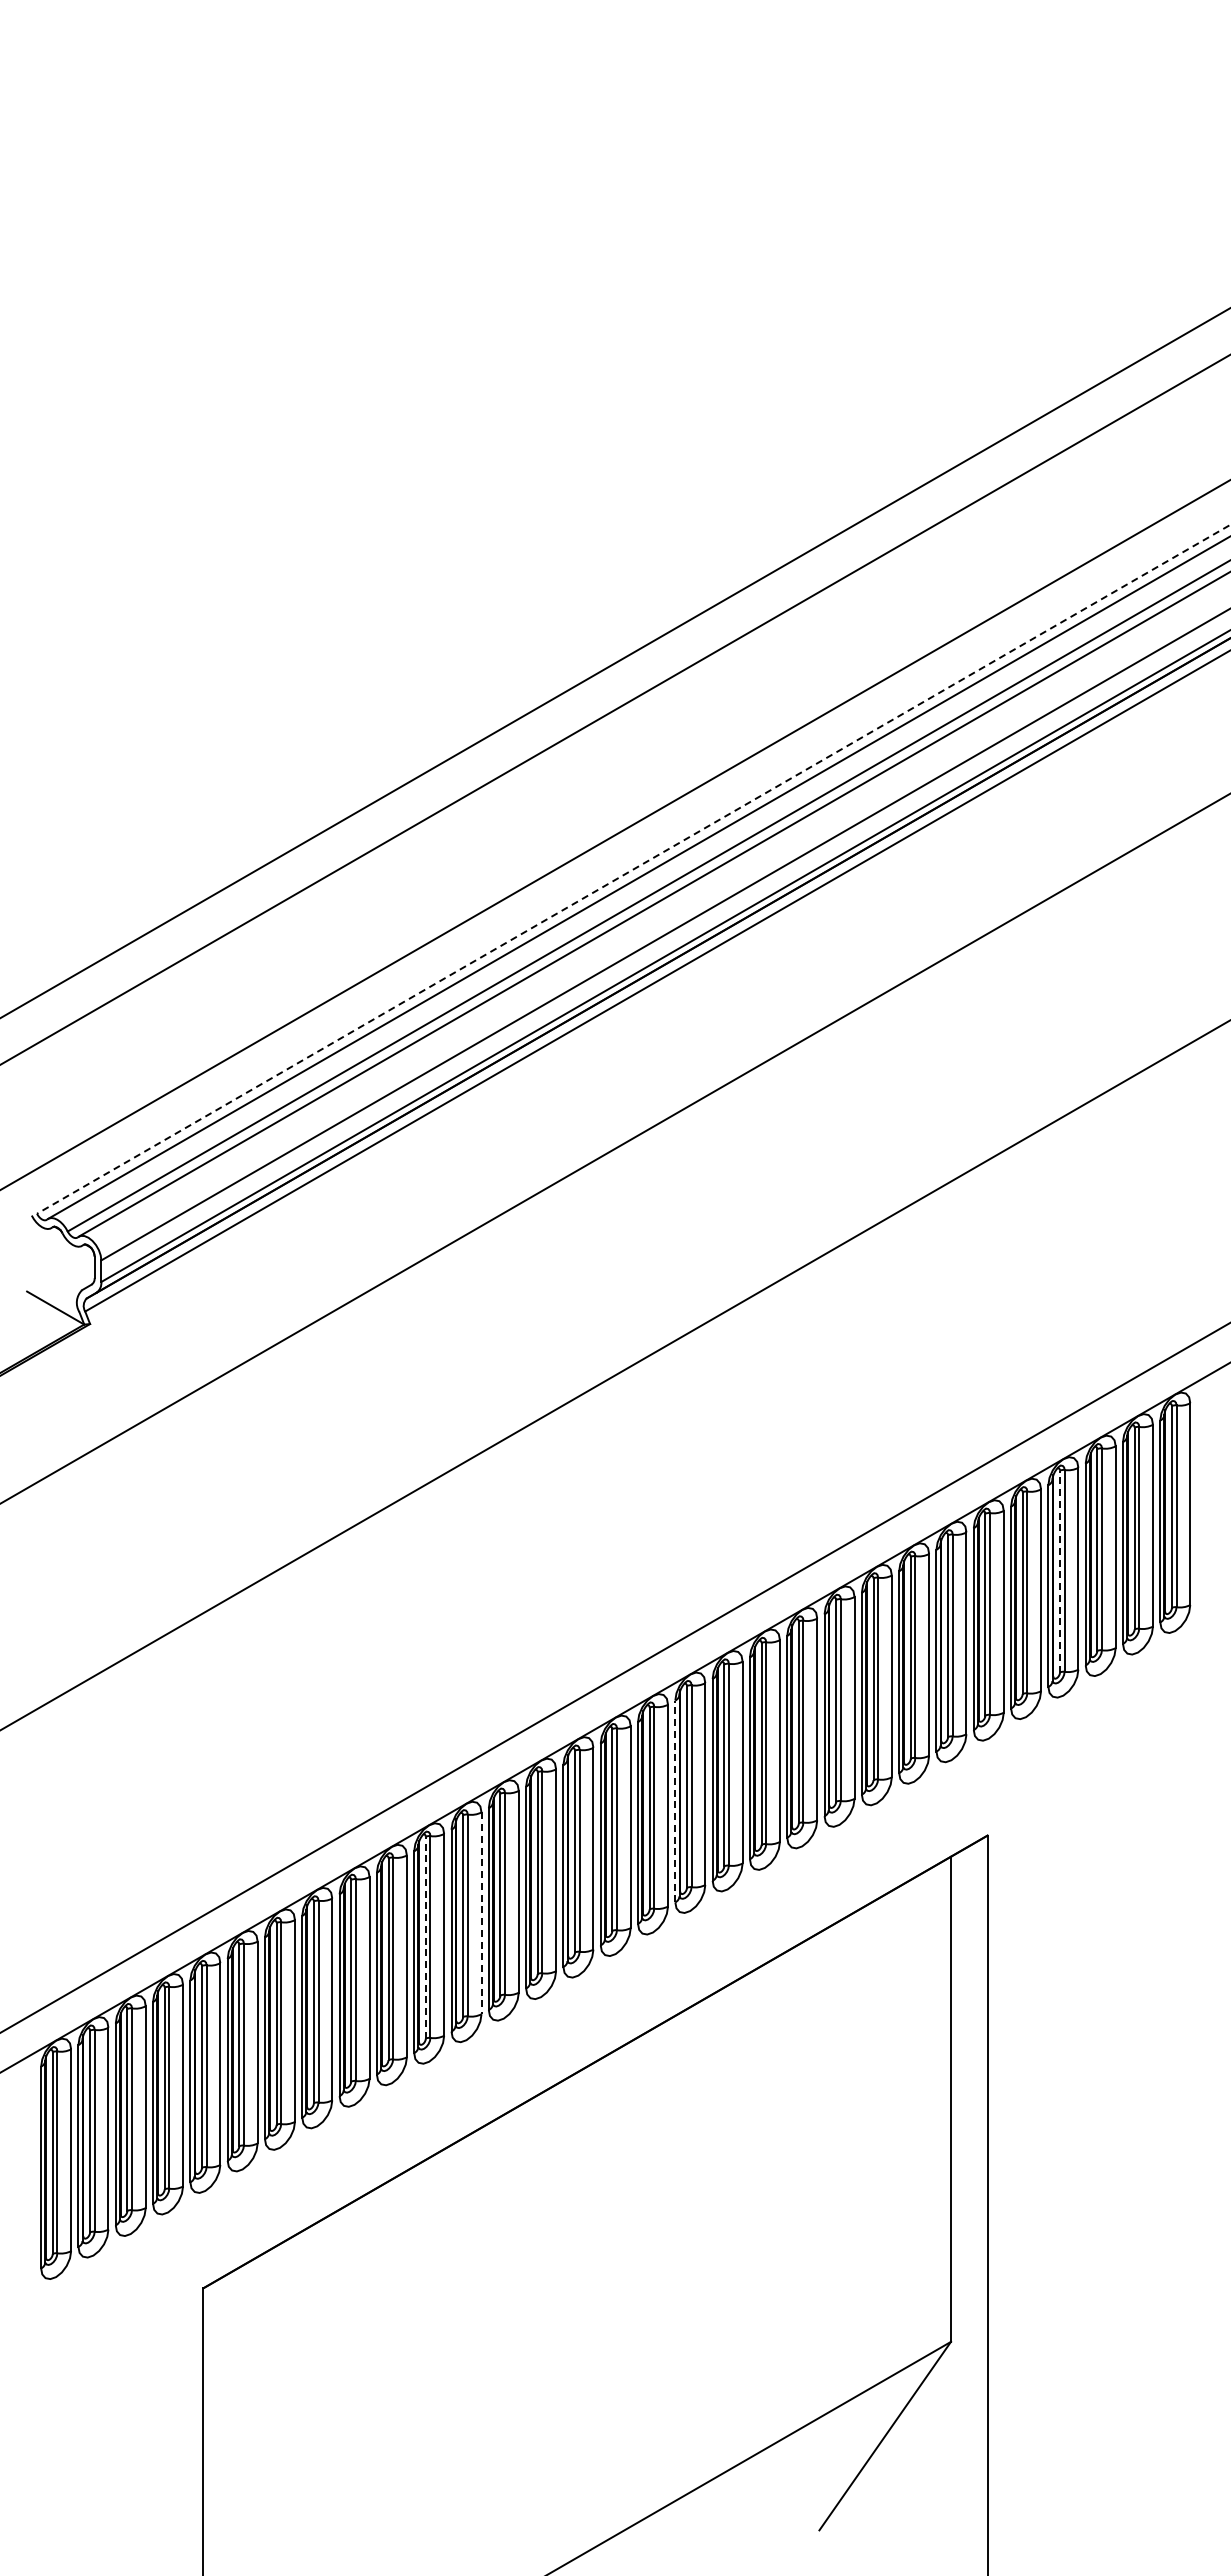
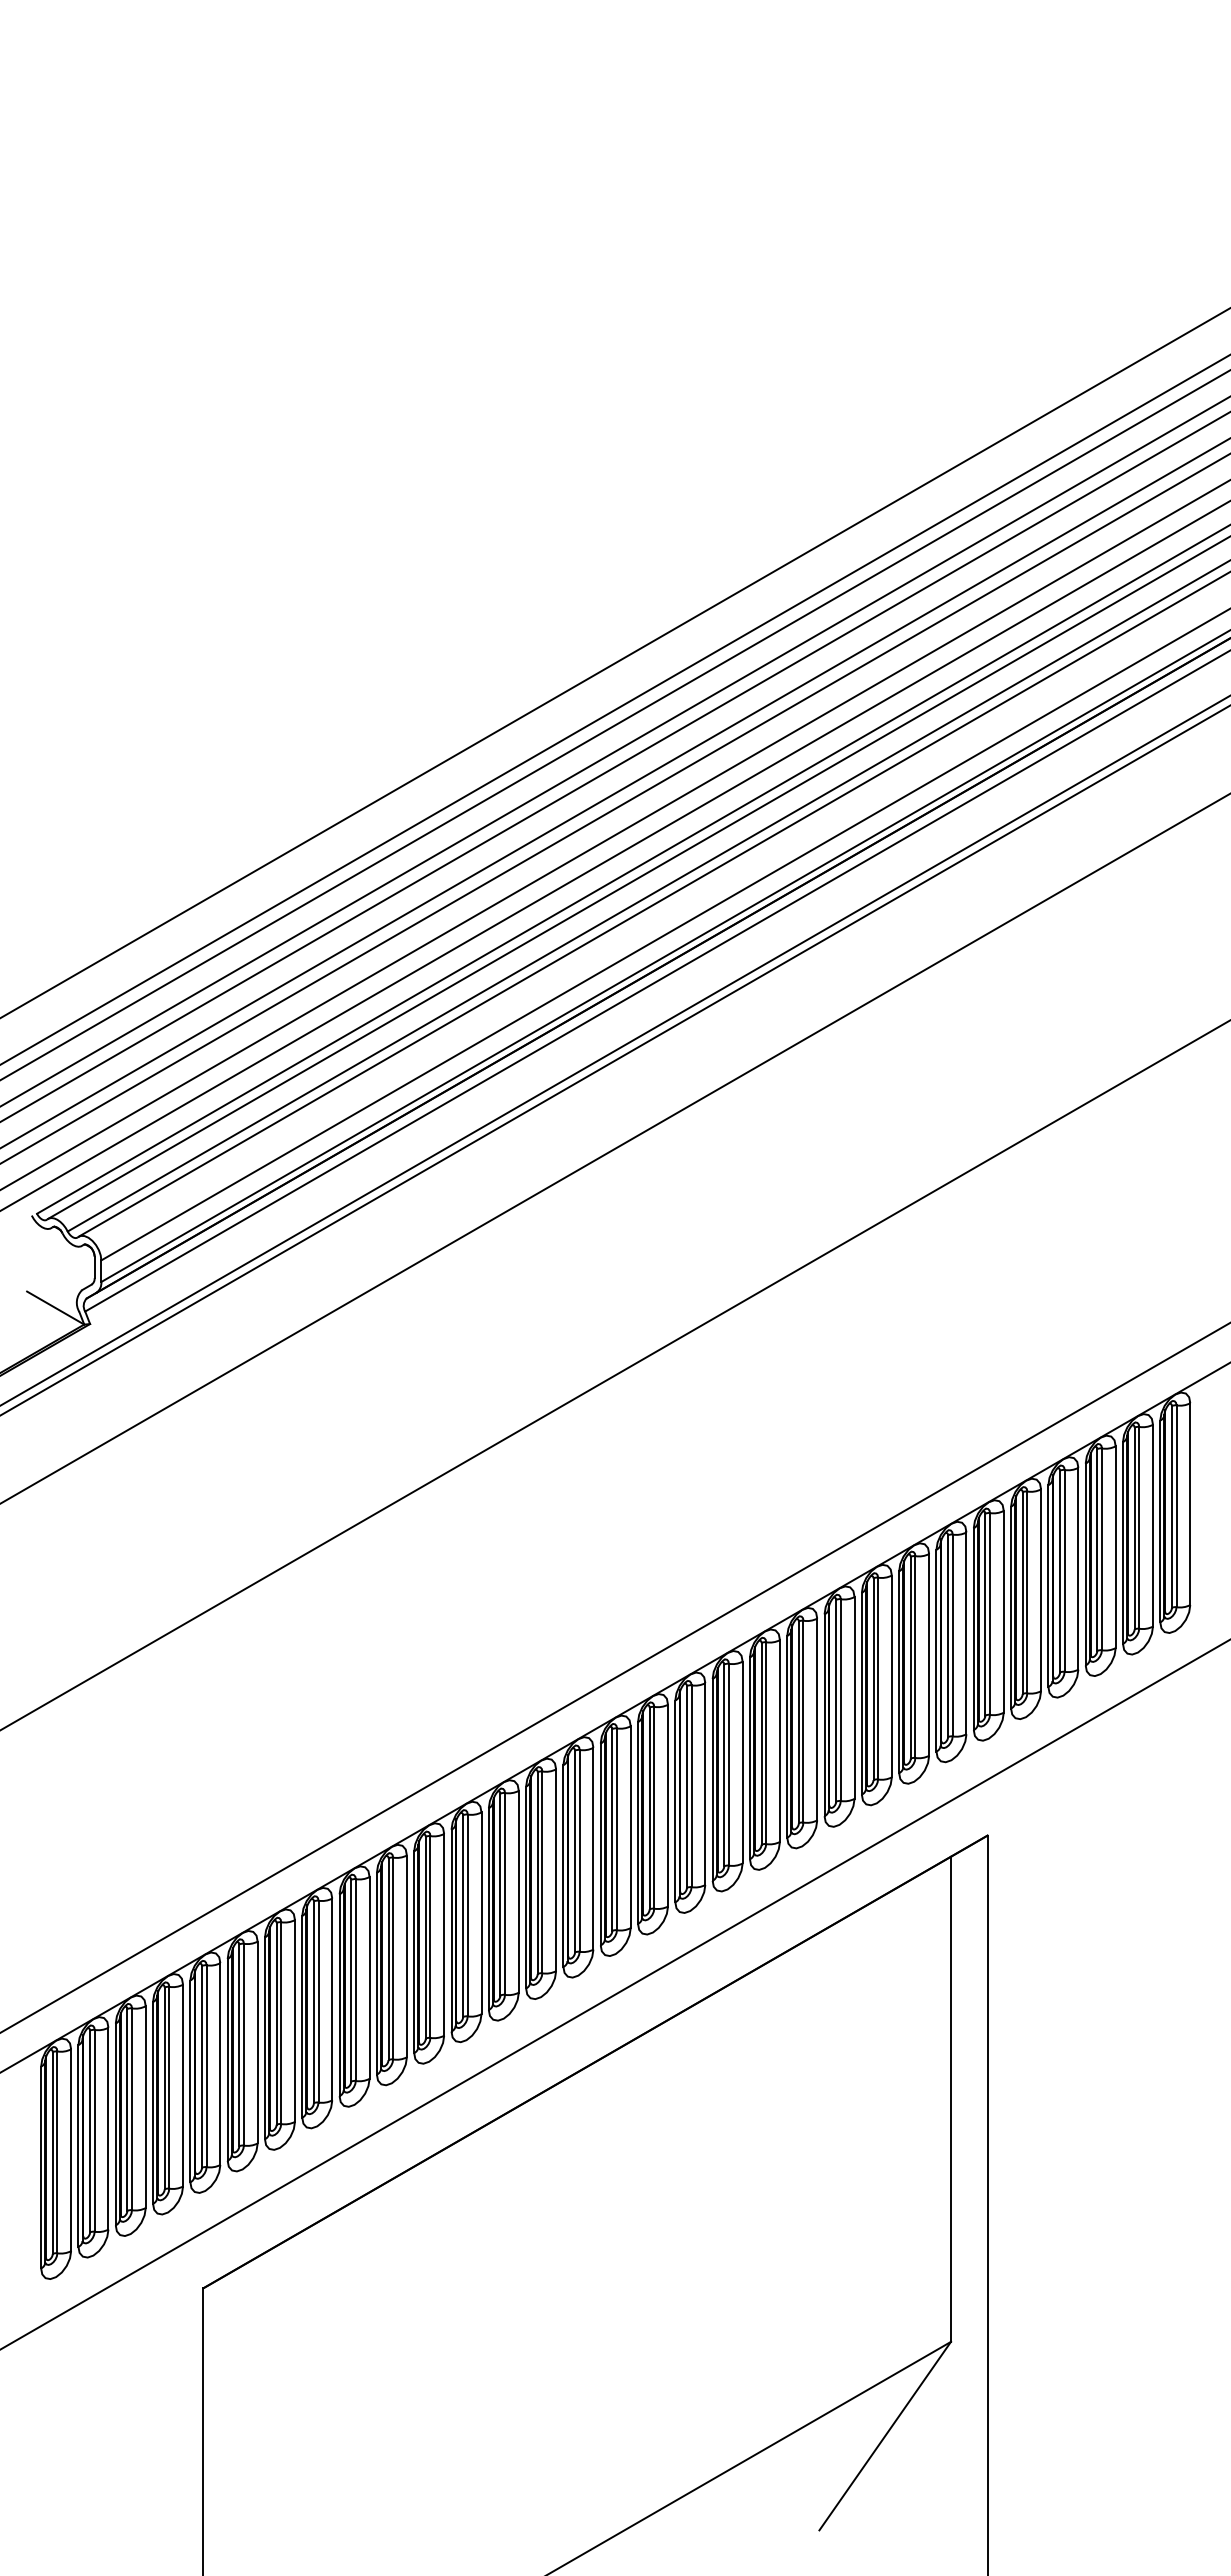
line at (614, 725): none -> present
line at (614, 751): none -> present
line at (614, 766): none -> present
line at (614, 793): none -> present
line at (614, 808): none -> present
line at (614, 855): none -> present
line at (633, 869): dashed -> solid
line at (614, 1050): none -> present
line at (614, 1060): none -> present
line at (1060, 1571): dashed -> solid
line at (675, 1801): dashed -> solid
line at (481, 1913): dashed -> solid
line at (425, 1937): dashed -> solid
line at (614, 1994): none -> present
